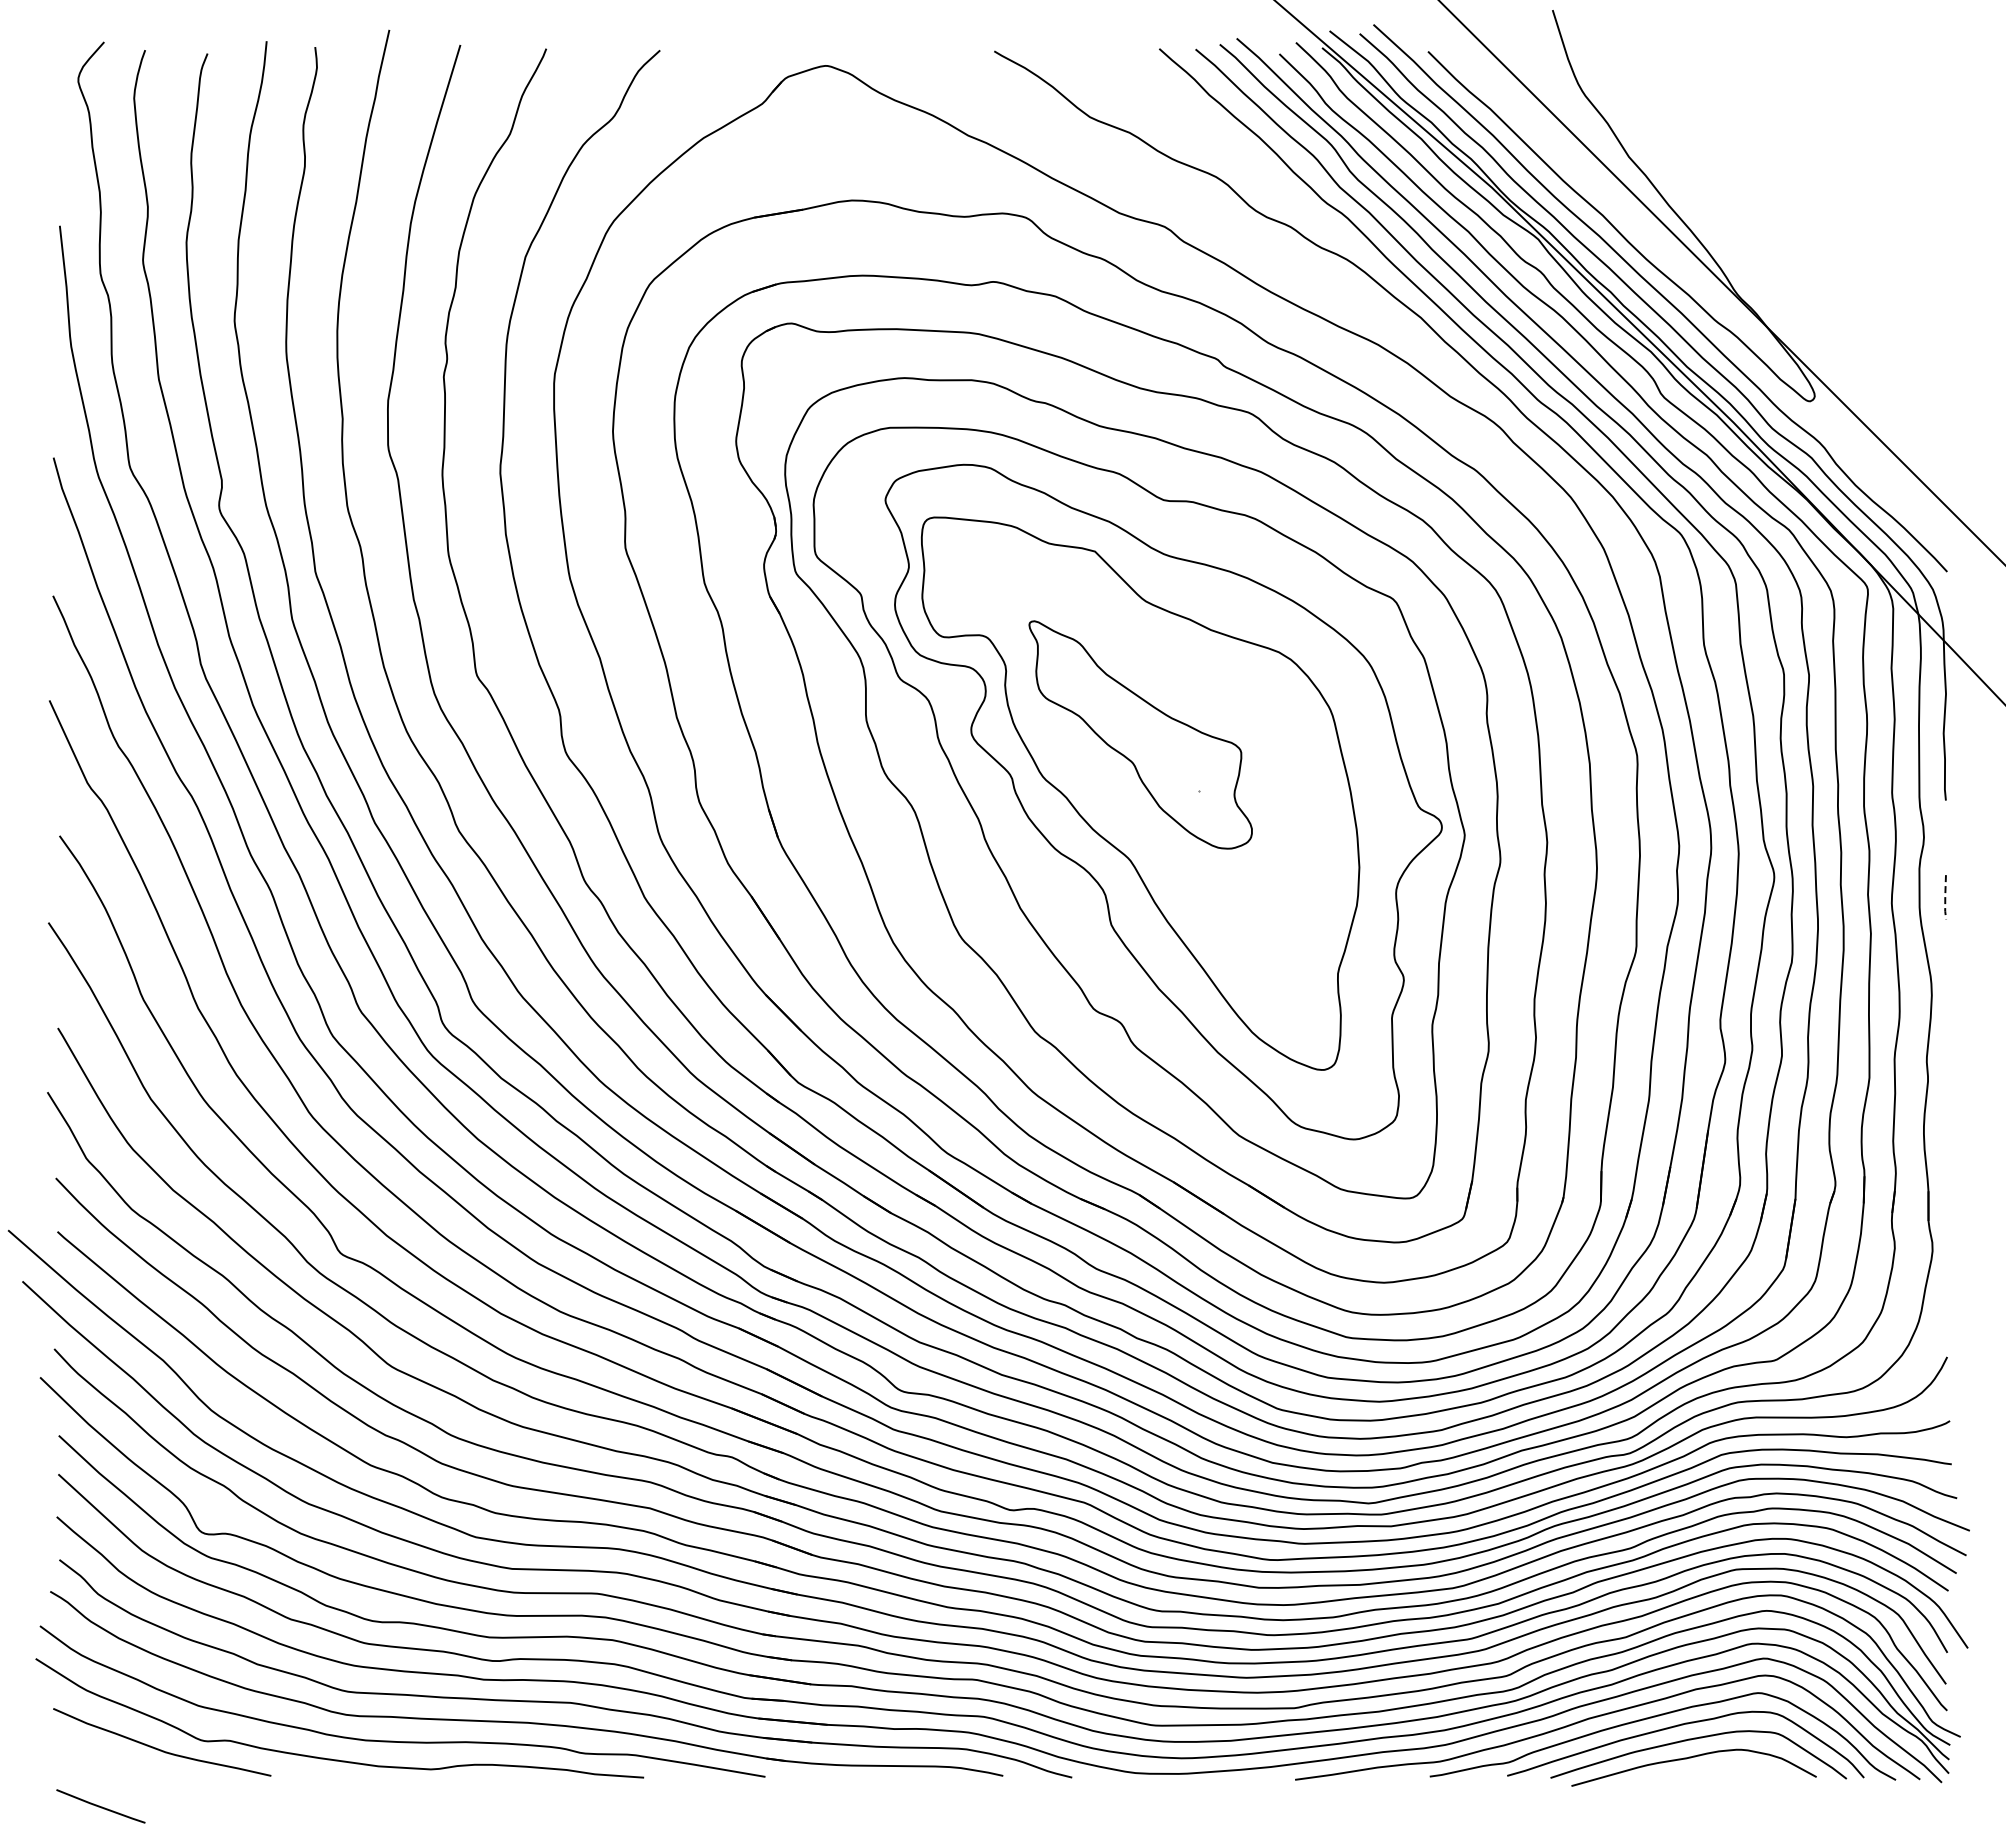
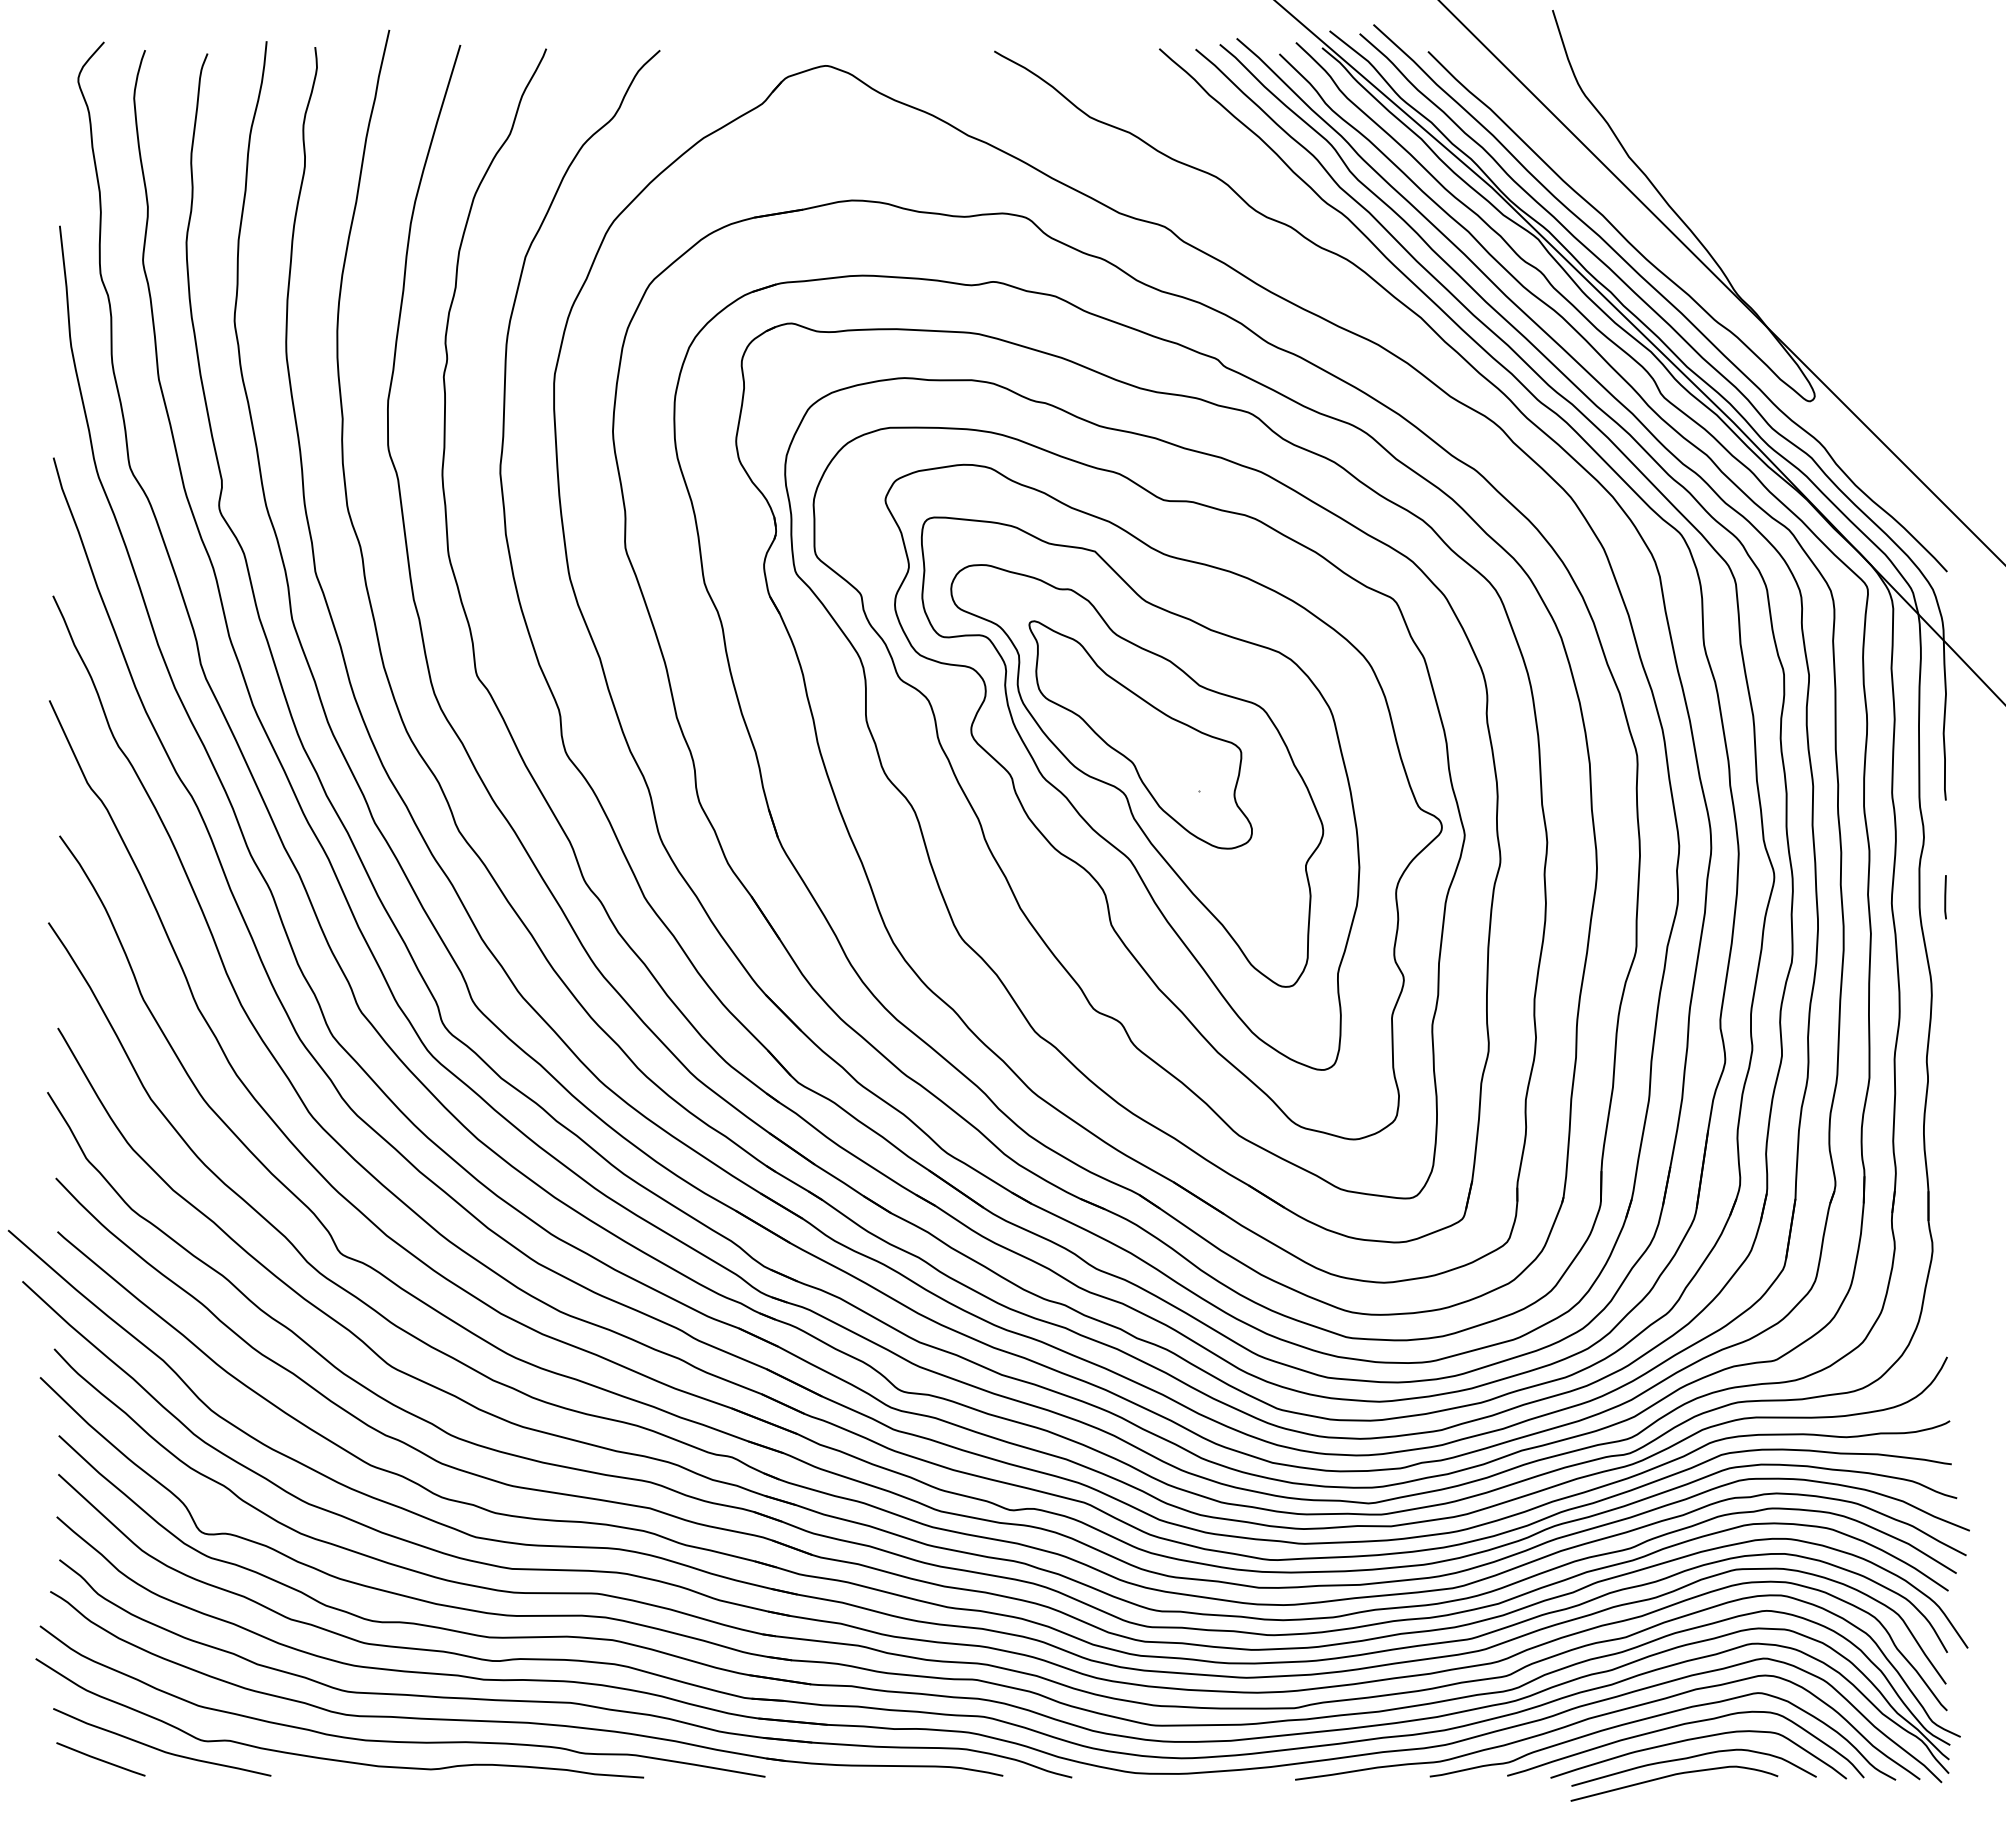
part at (1137, 775): none -> present
line at (1945, 897): dashed -> solid
curve at (1672, 1776): none -> present
line at (100, 1806) position: (100, 1806) -> (100, 1759)
